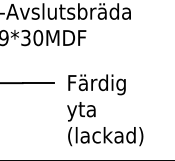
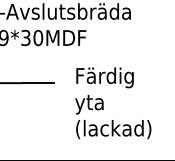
text at (105, 110) position: (105, 110) -> (113, 103)
